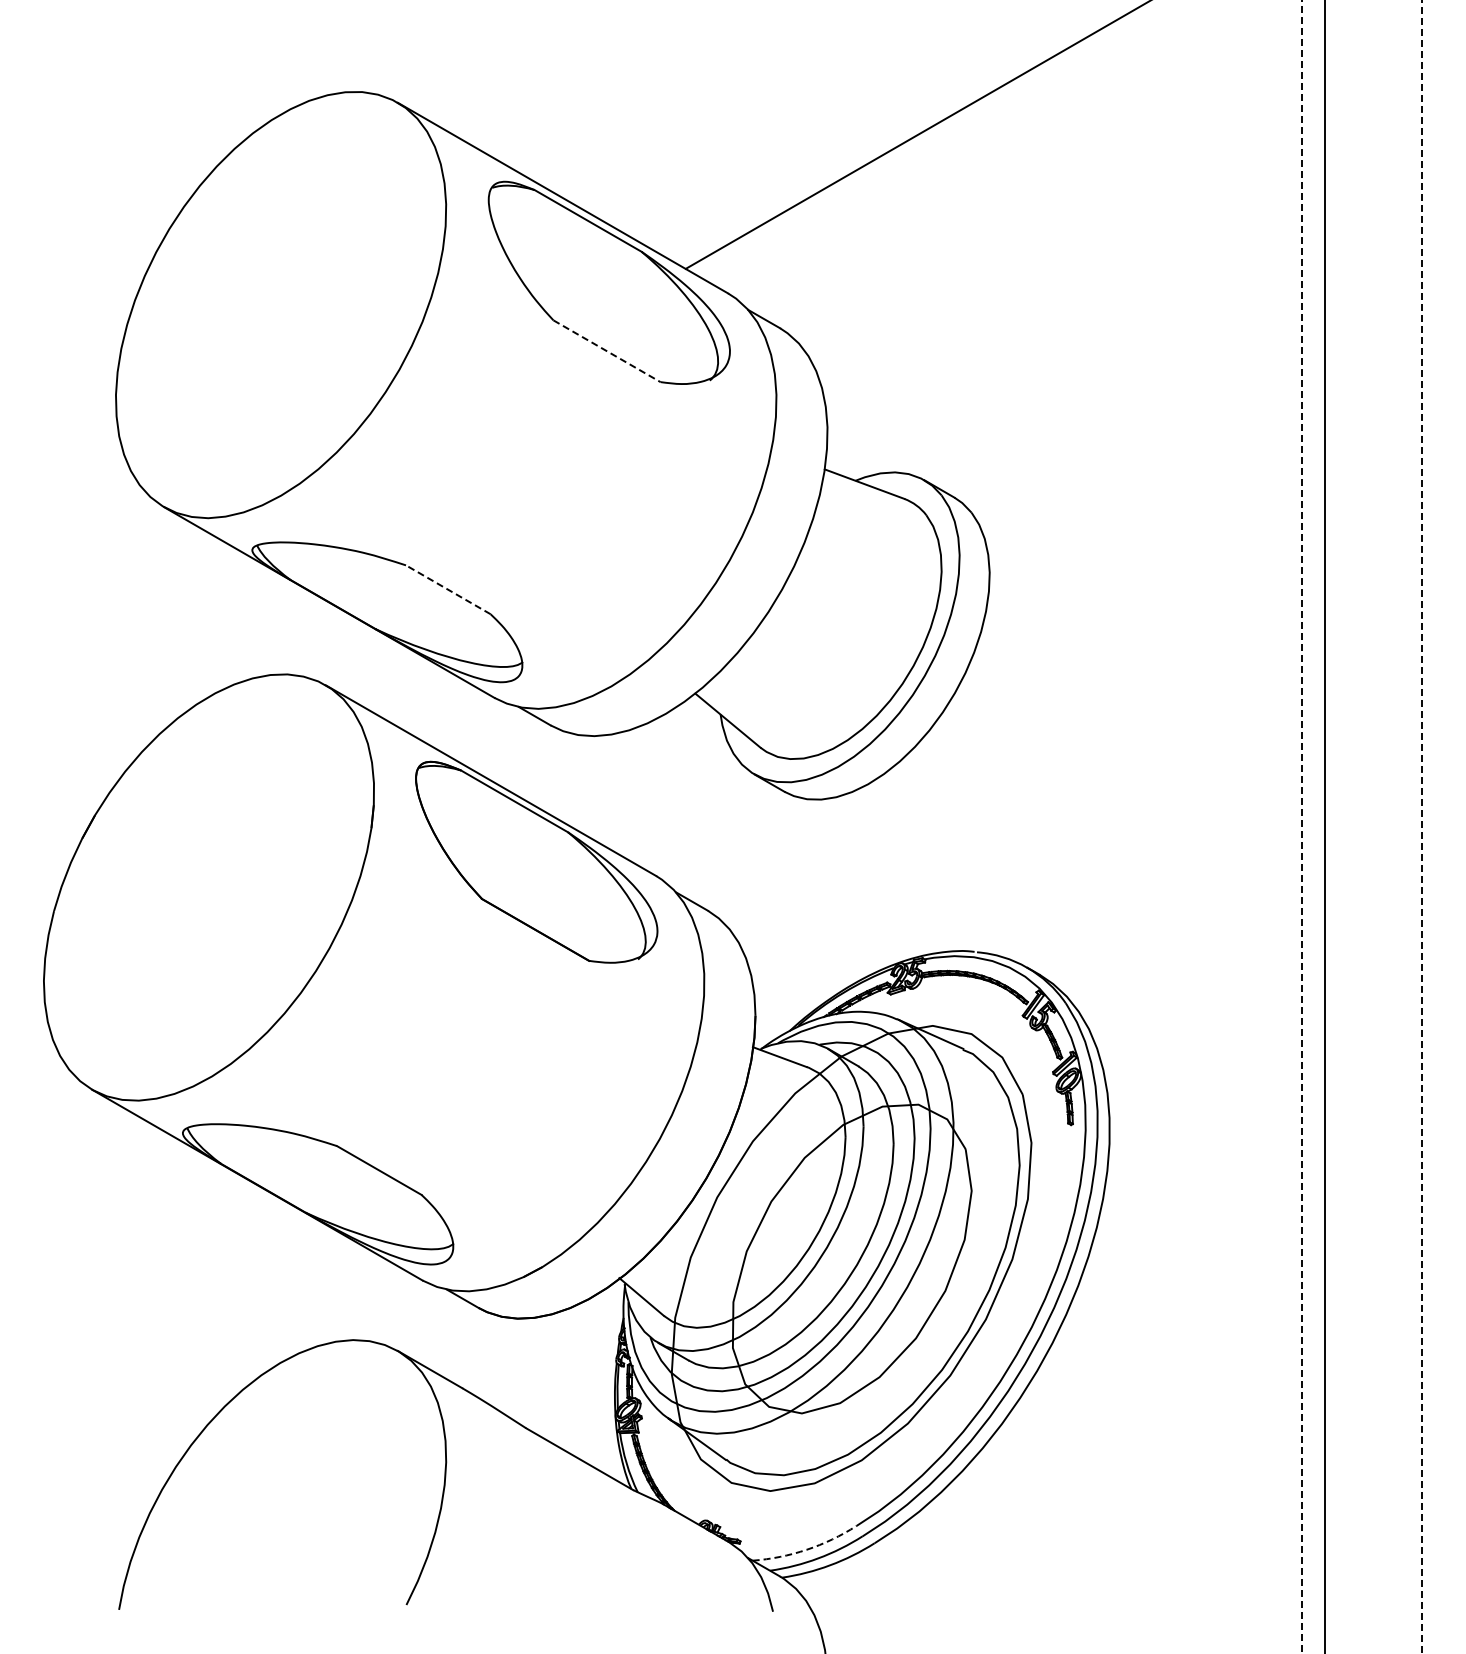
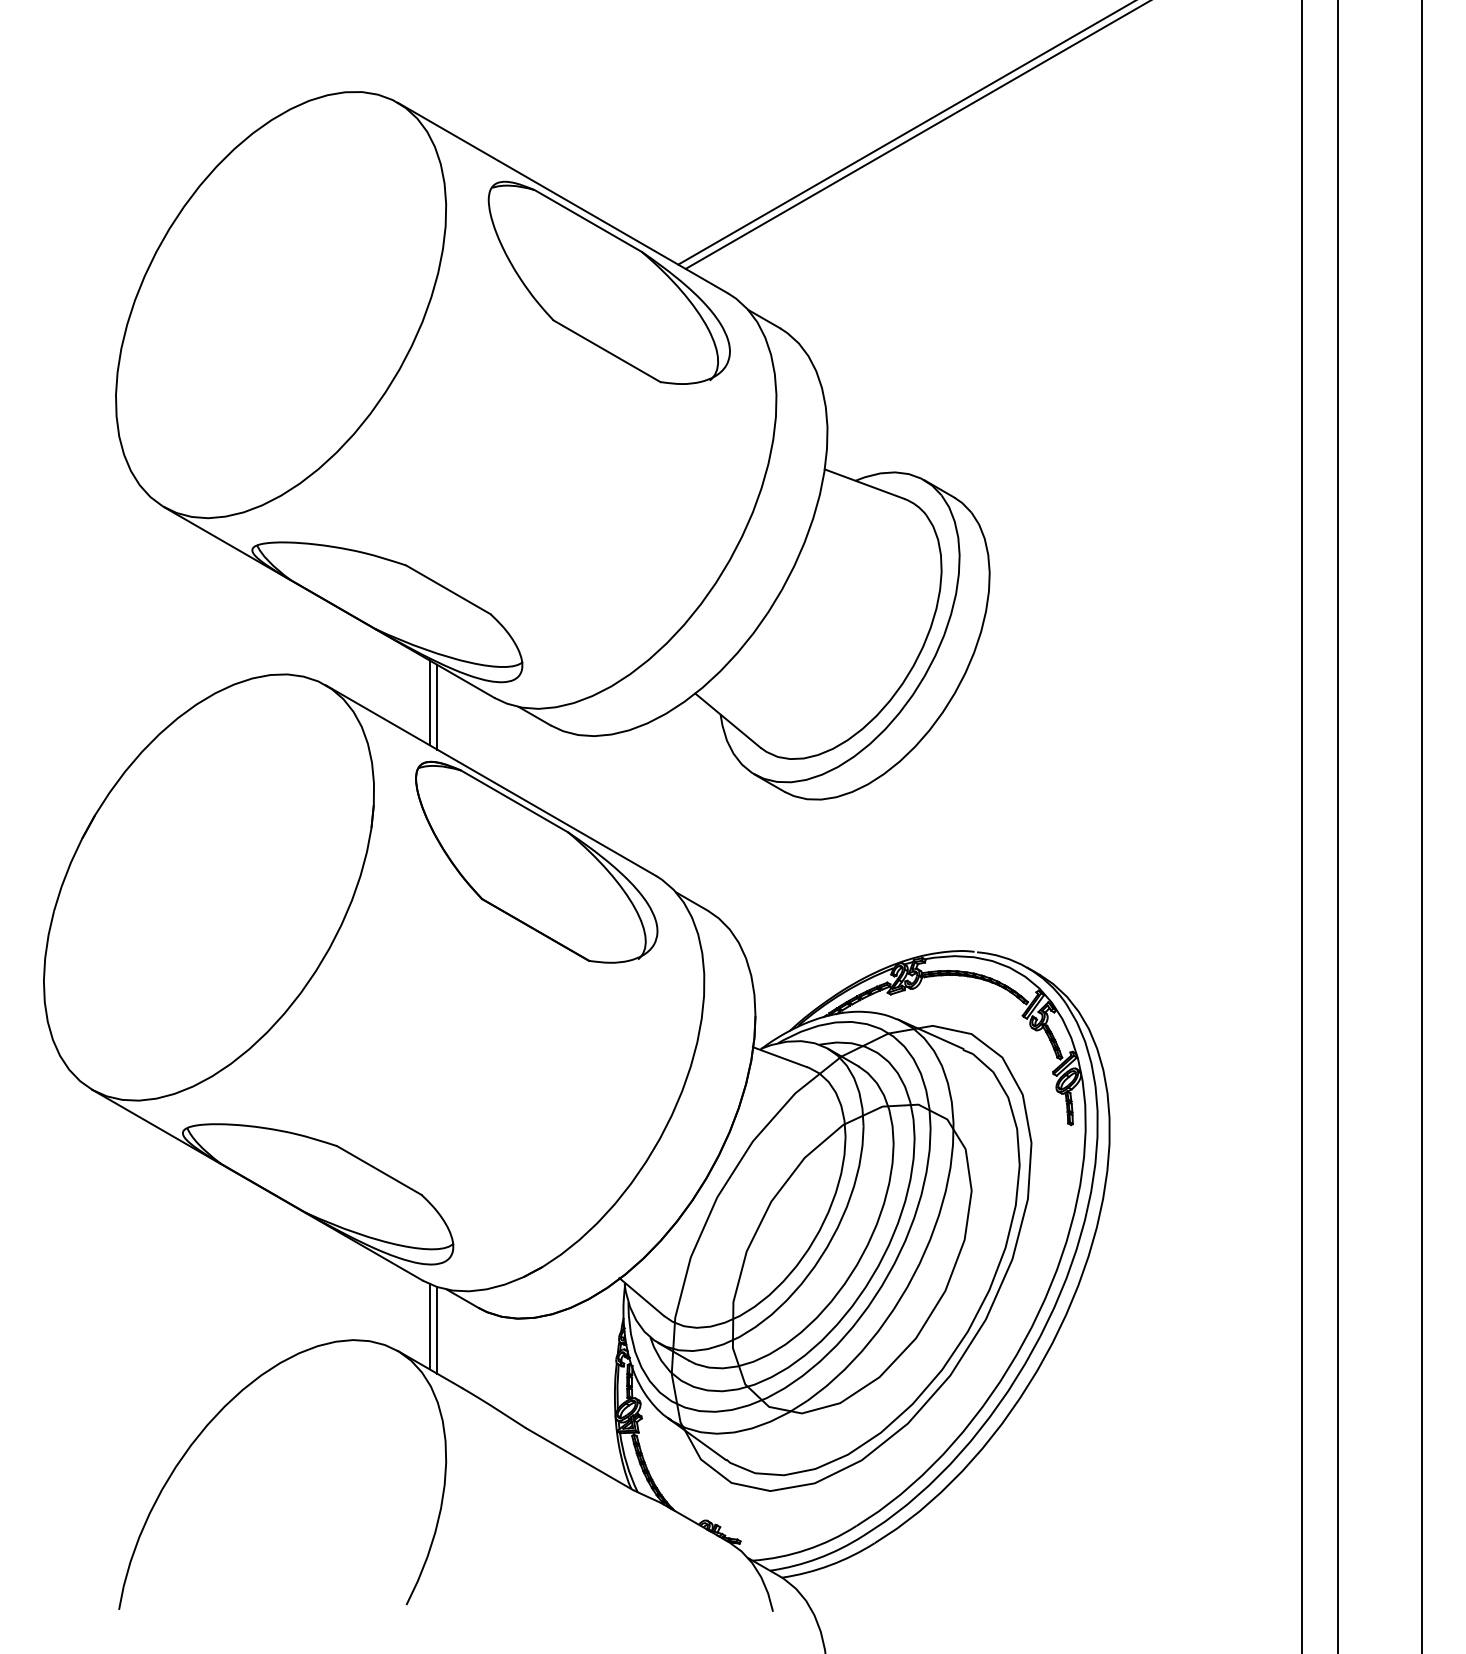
line at (905, 133): none -> present
line at (607, 351): dashed -> solid
line at (448, 589): dashed -> solid
line at (429, 702): none -> present
line at (437, 706): none -> present
line at (1302, 826): dashed -> solid
line at (1325, 826) position: (1325, 826) -> (1338, 826)
line at (1422, 827): dashed -> solid
line at (429, 1326): none -> present
line at (437, 1330): none -> present
arc at (806, 1549): dashed -> solid
